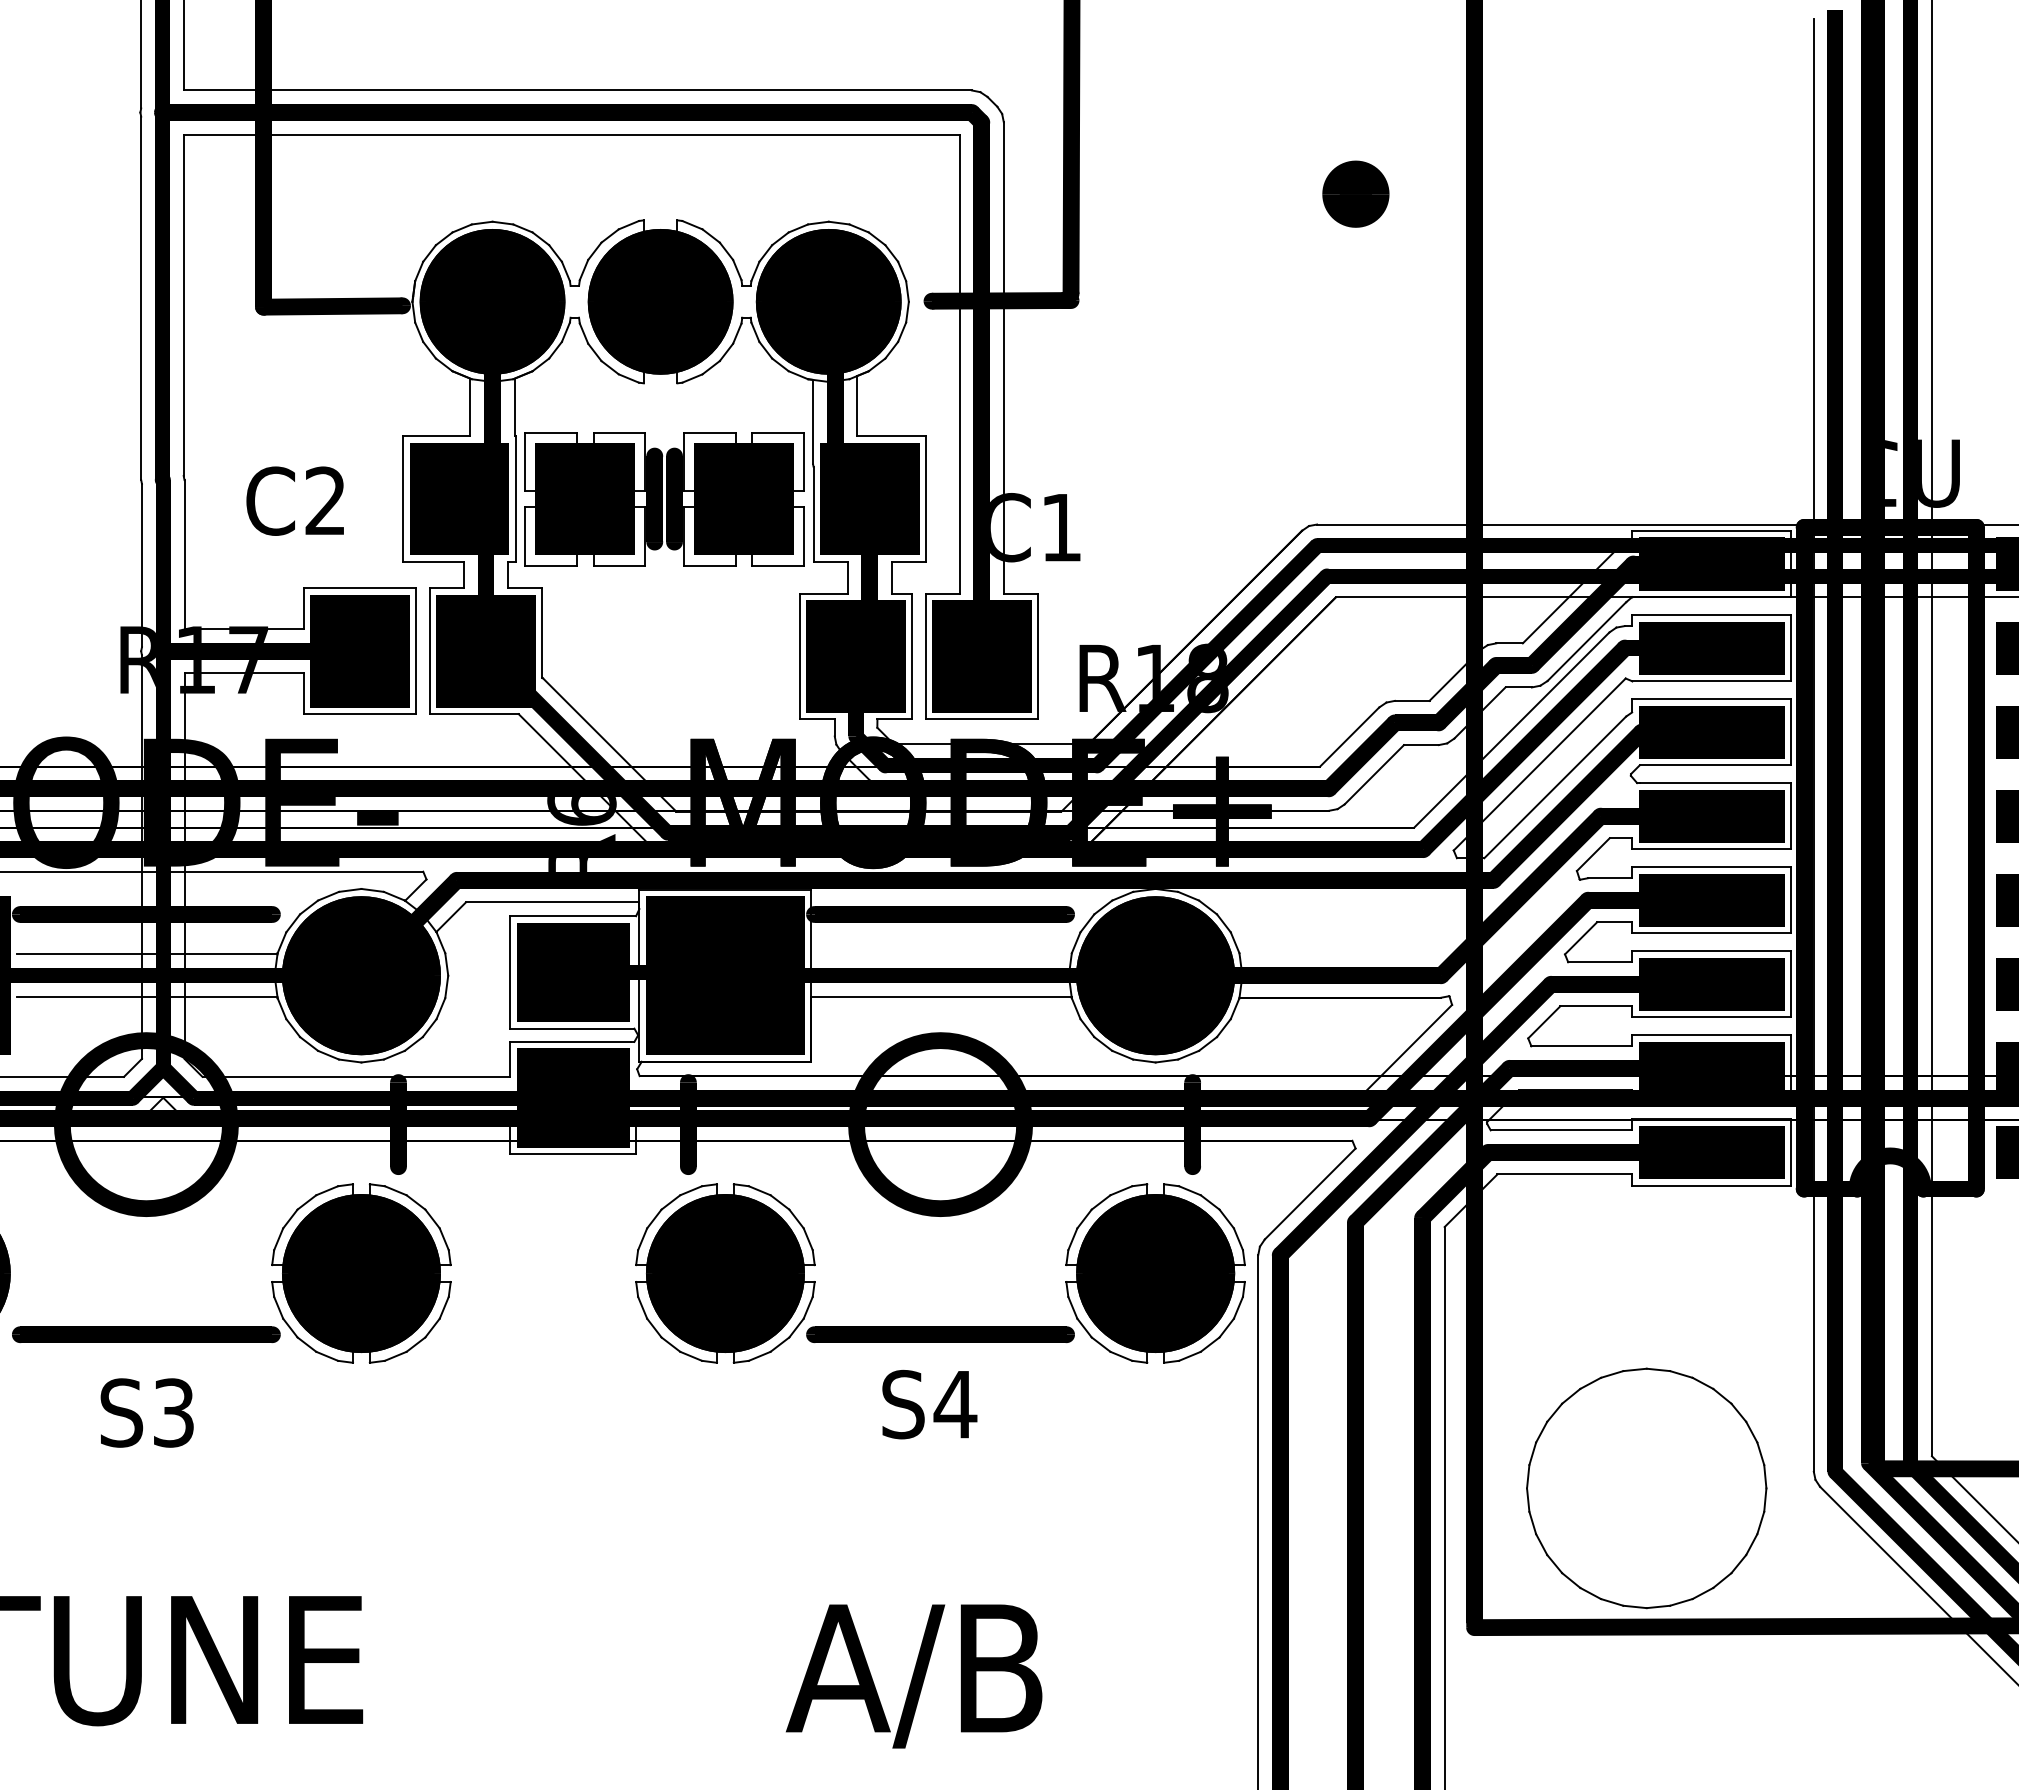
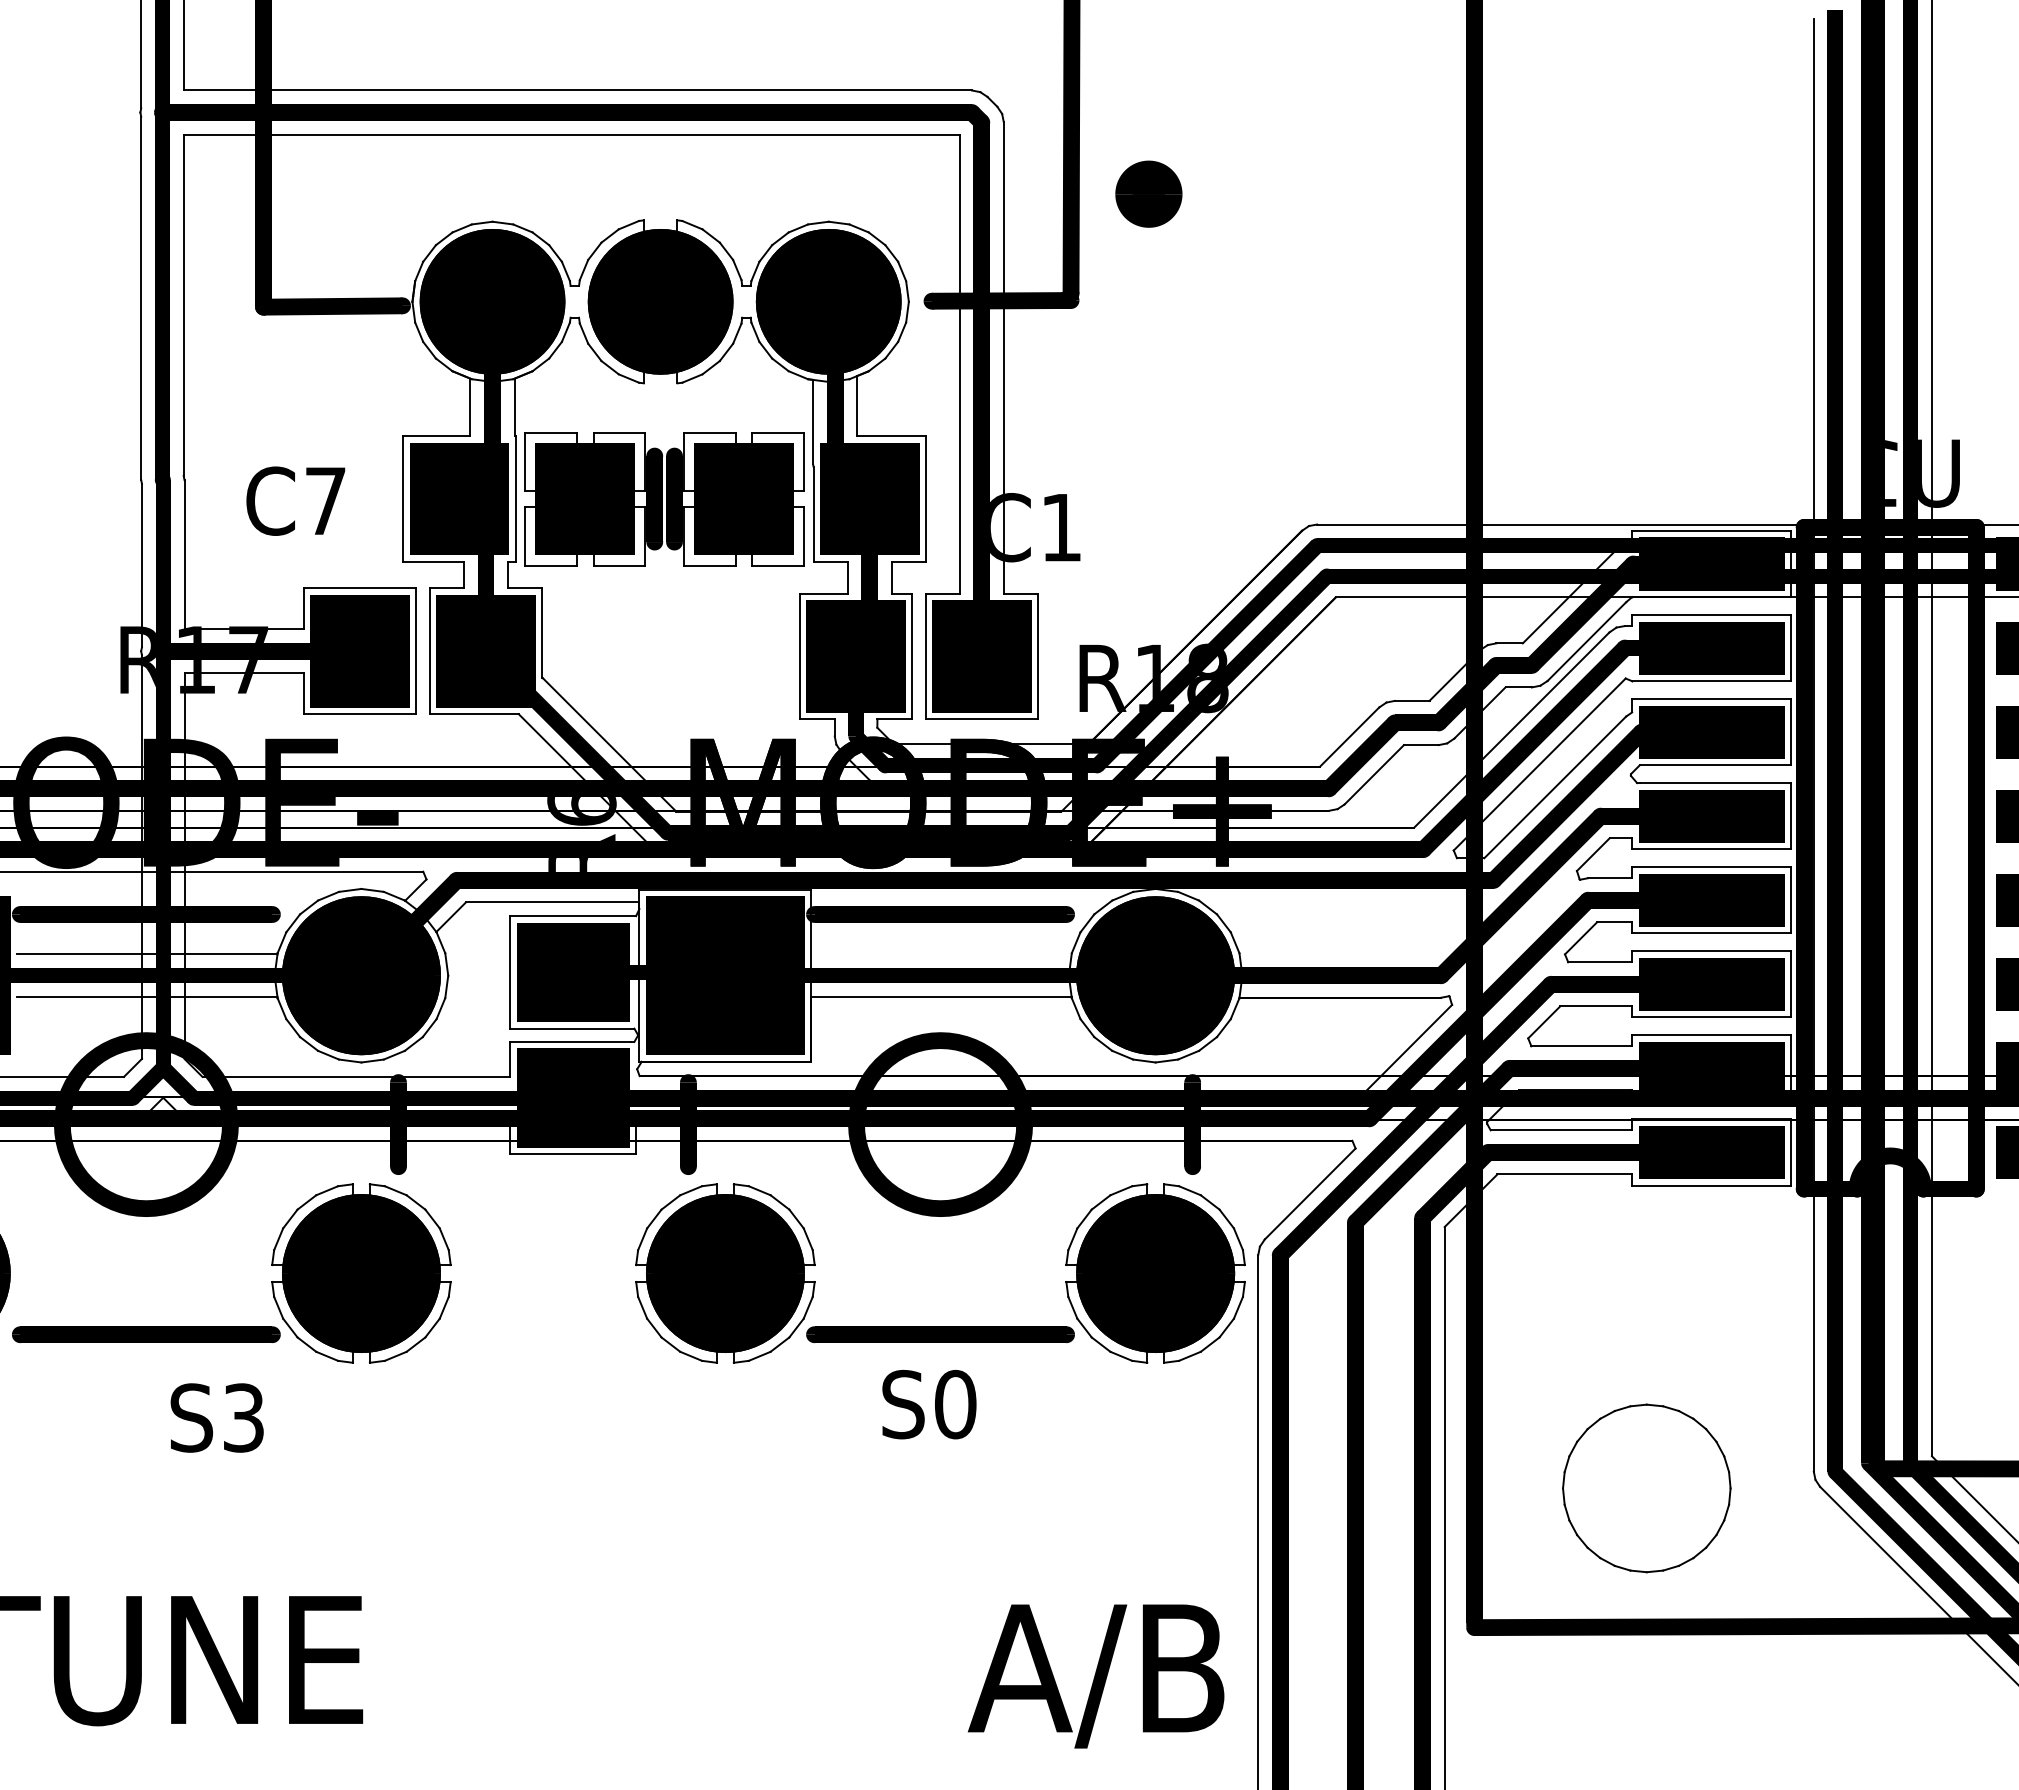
part at (1355, 193) position: (1355, 193) -> (1148, 193)
text at (325, 500): C2 -> C7
text at (955, 1404): S4 -> S0
text at (146, 1412) position: (146, 1412) -> (216, 1417)
part at (1646, 1488) size: 242x243 px -> 170x171 px
text at (914, 1676) position: (914, 1676) -> (1096, 1676)
